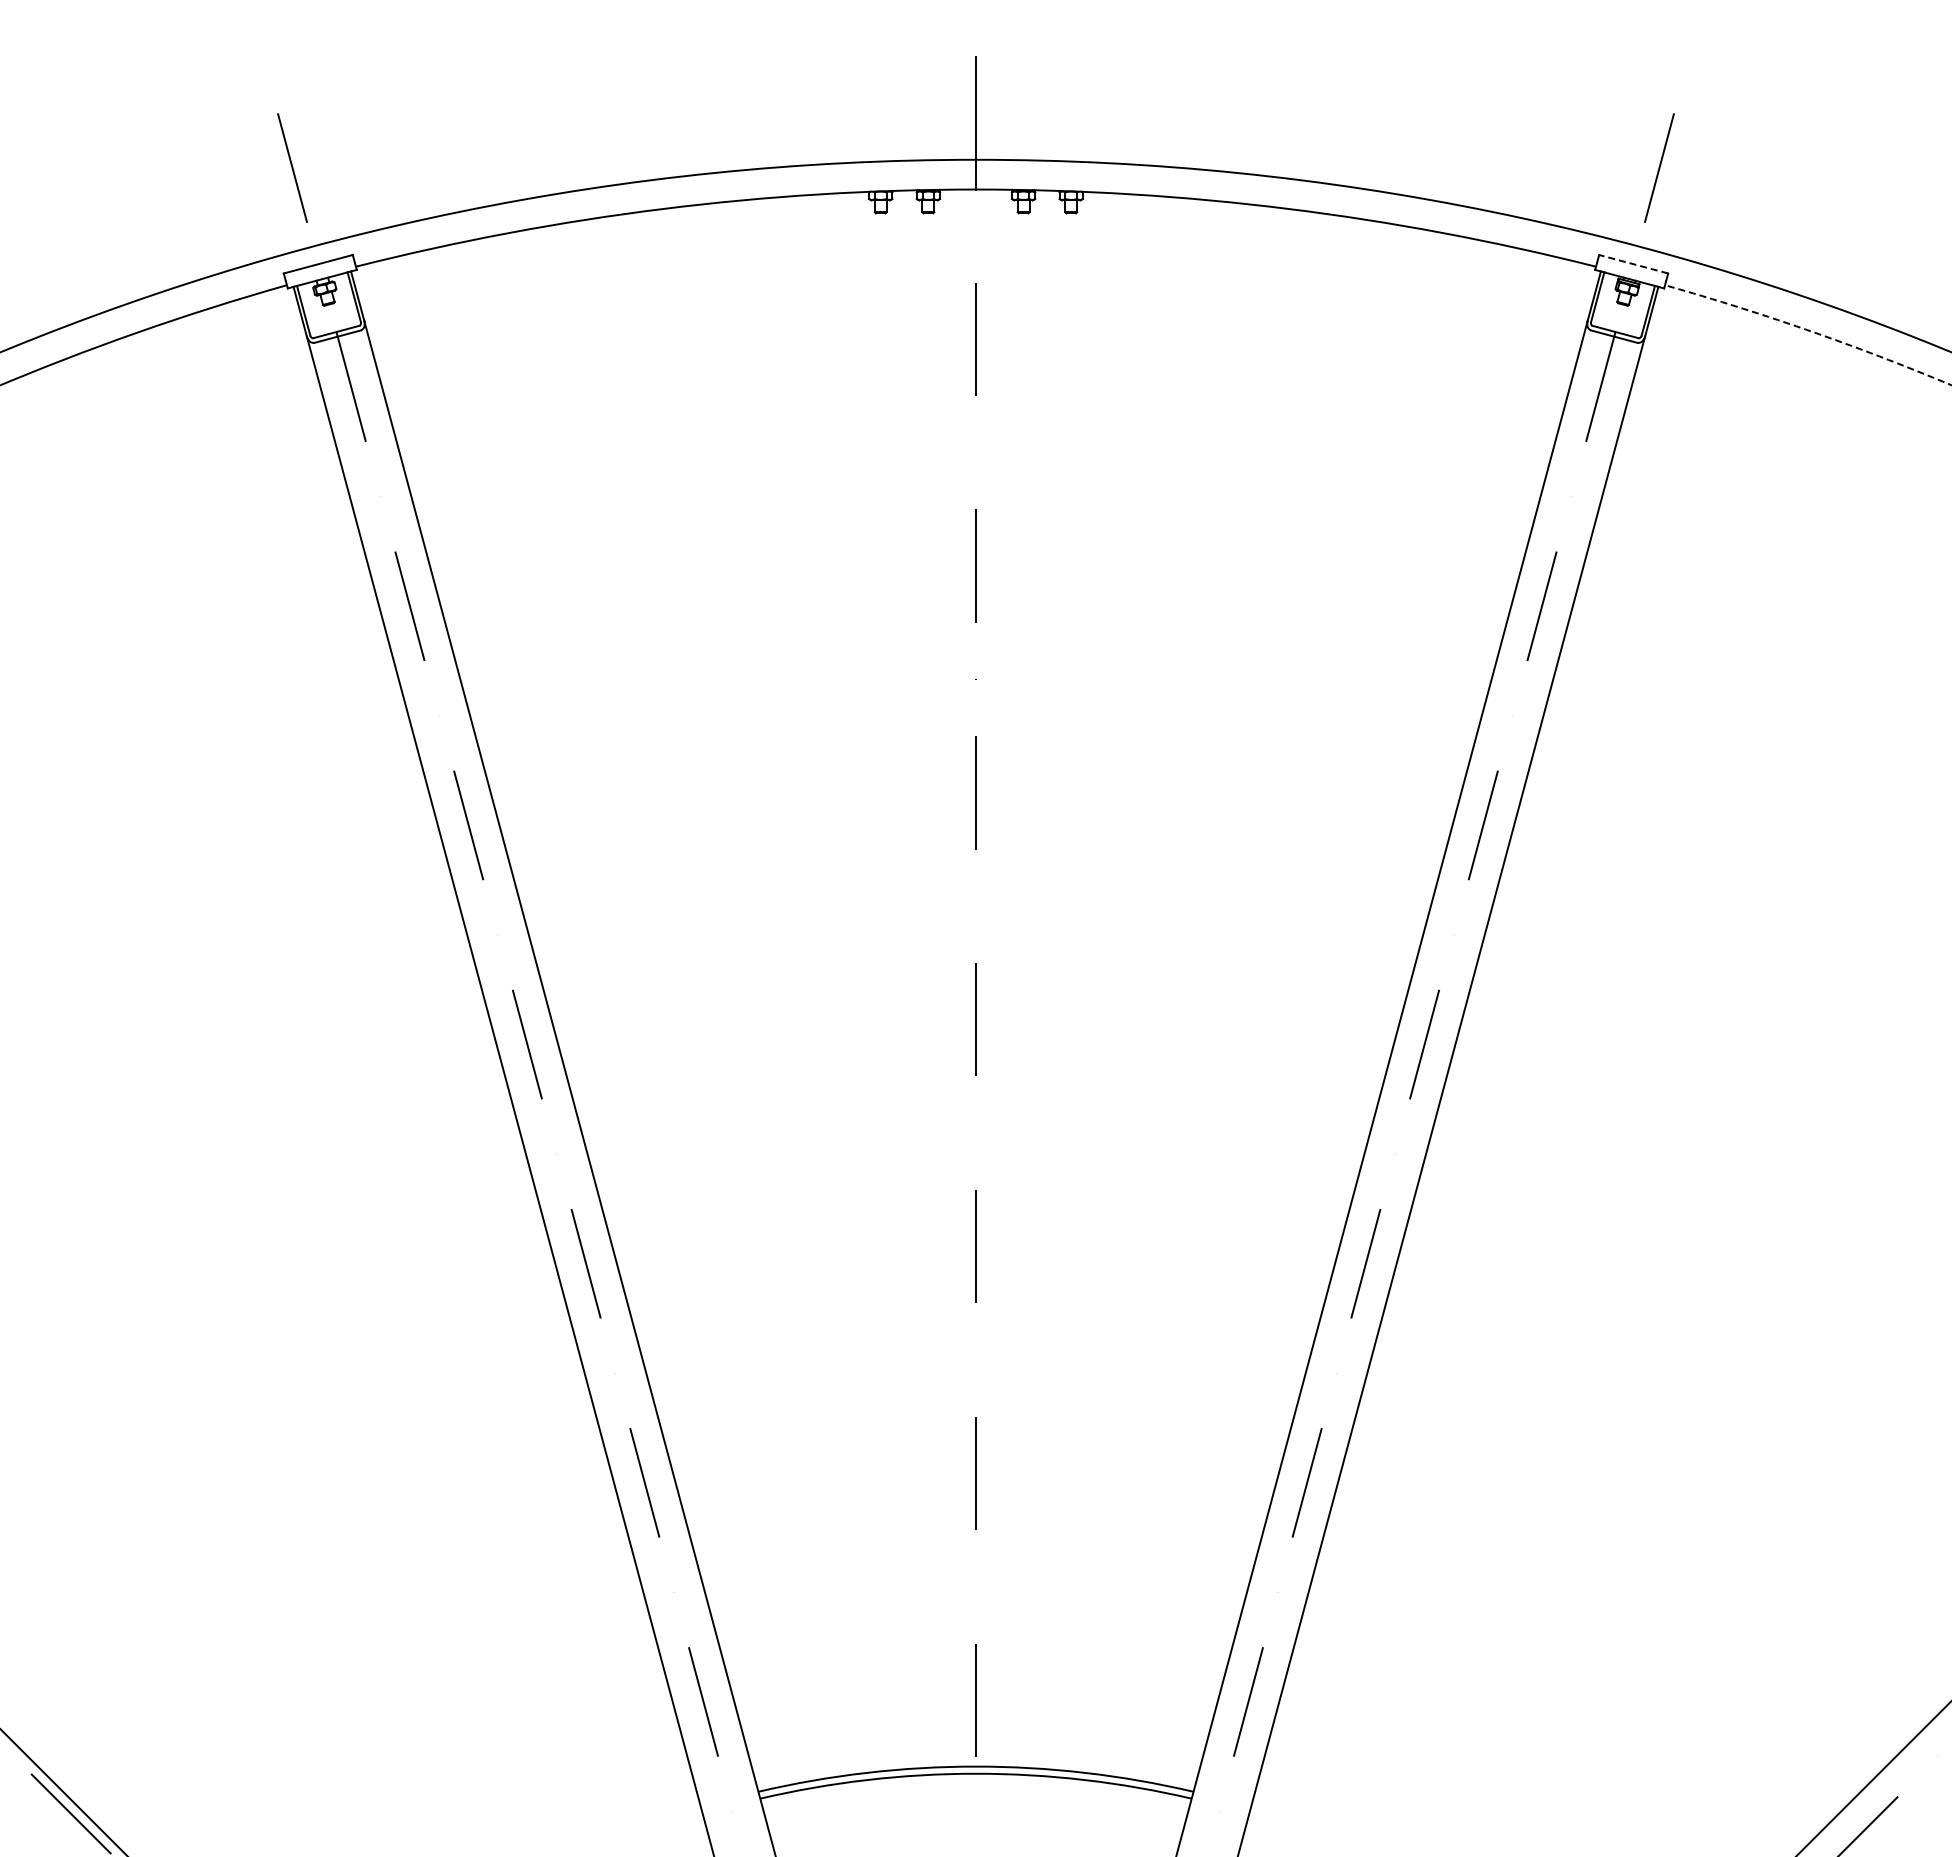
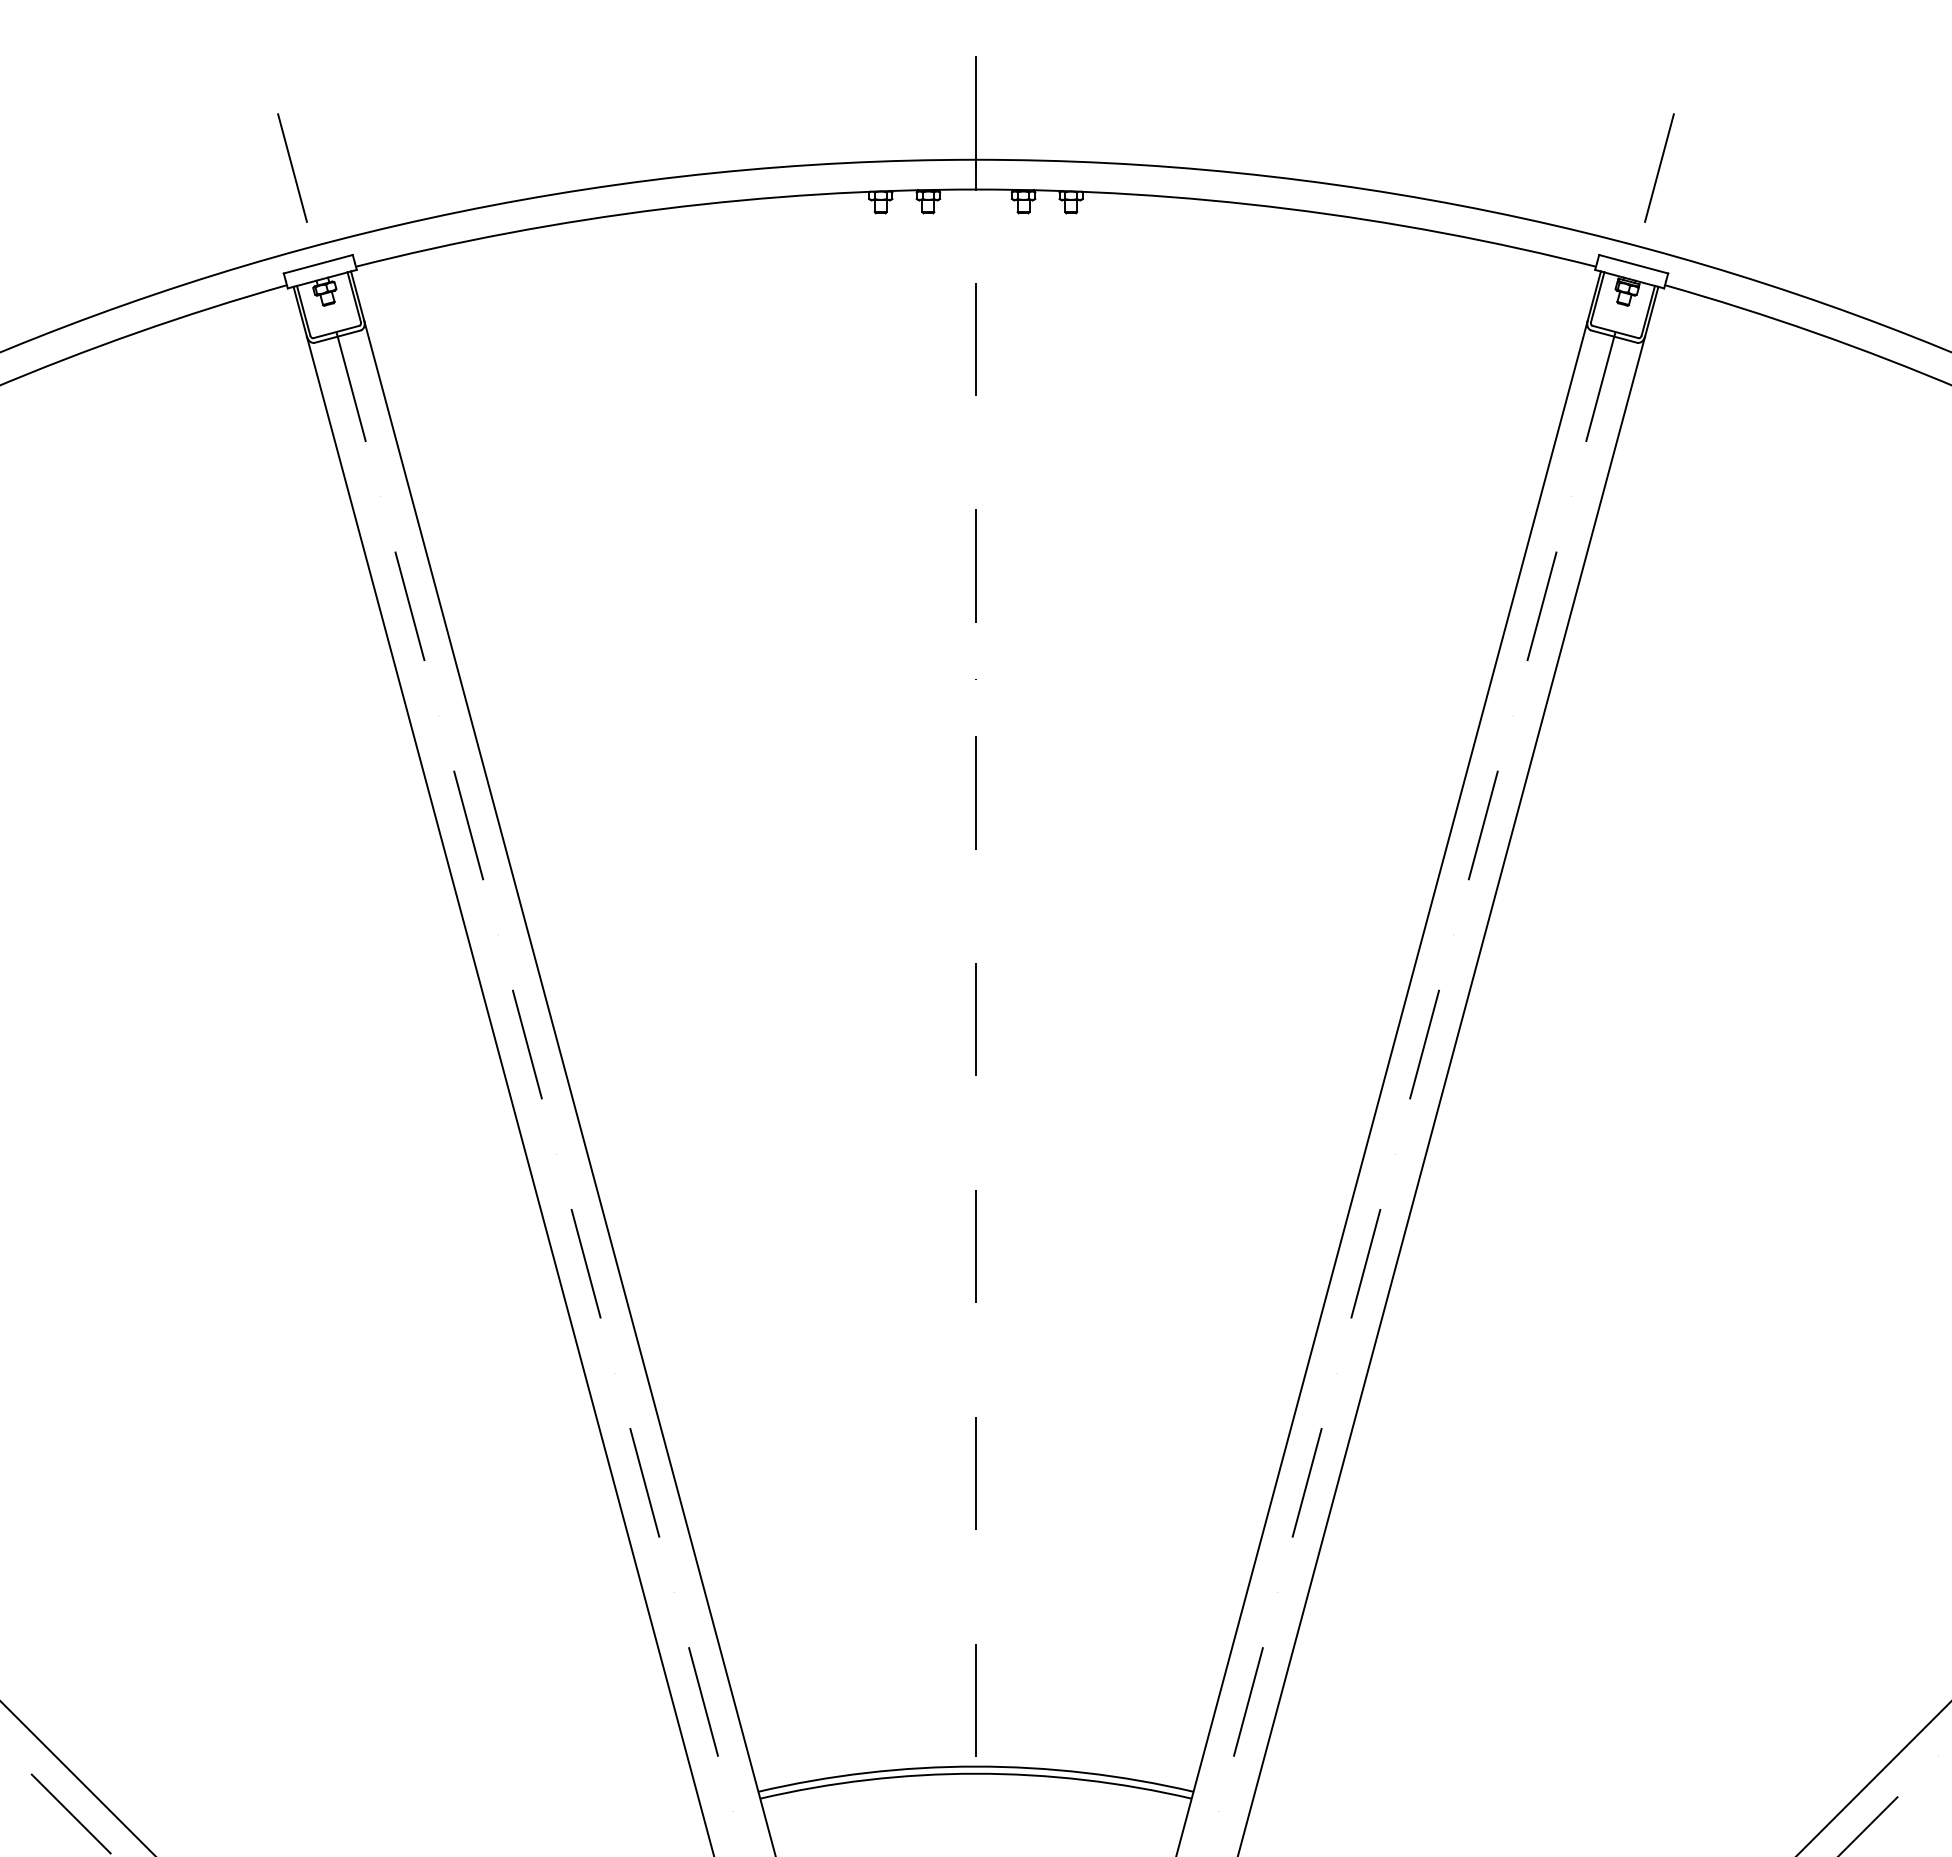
line at (1633, 264): dashed -> solid
arc at (1810, 331): dashed -> solid
line at (63, 1792) position: (63, 1792) -> (77, 1777)
